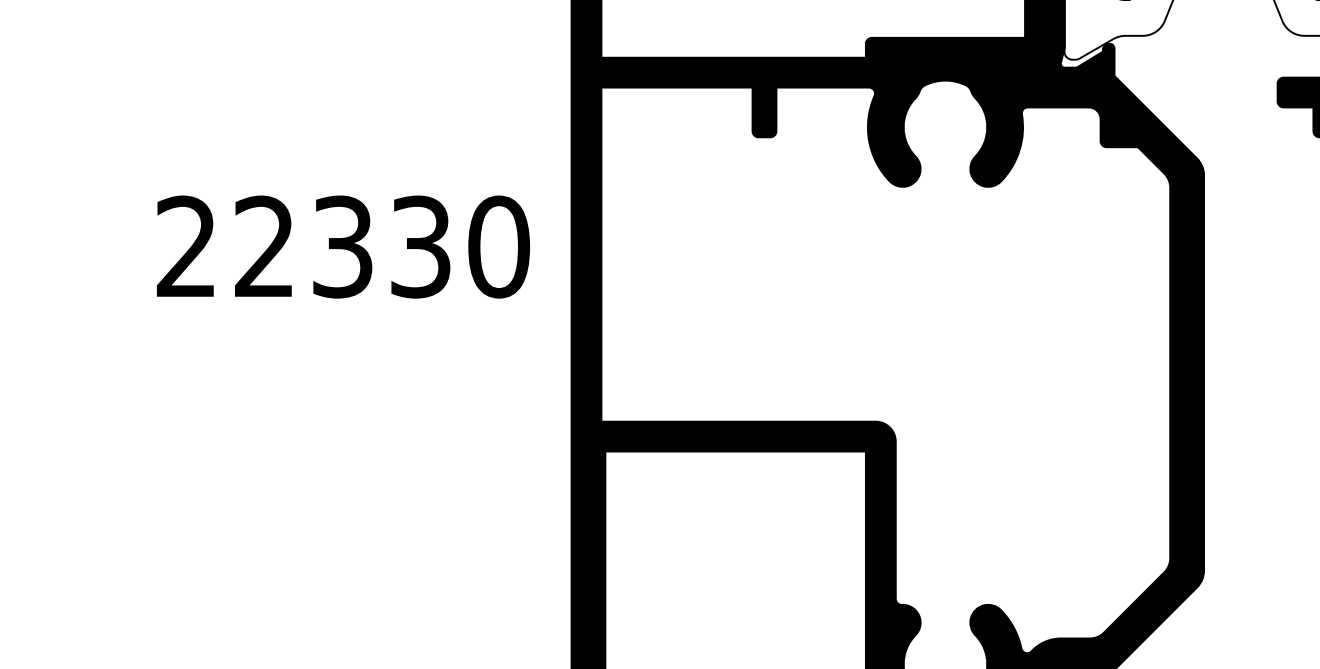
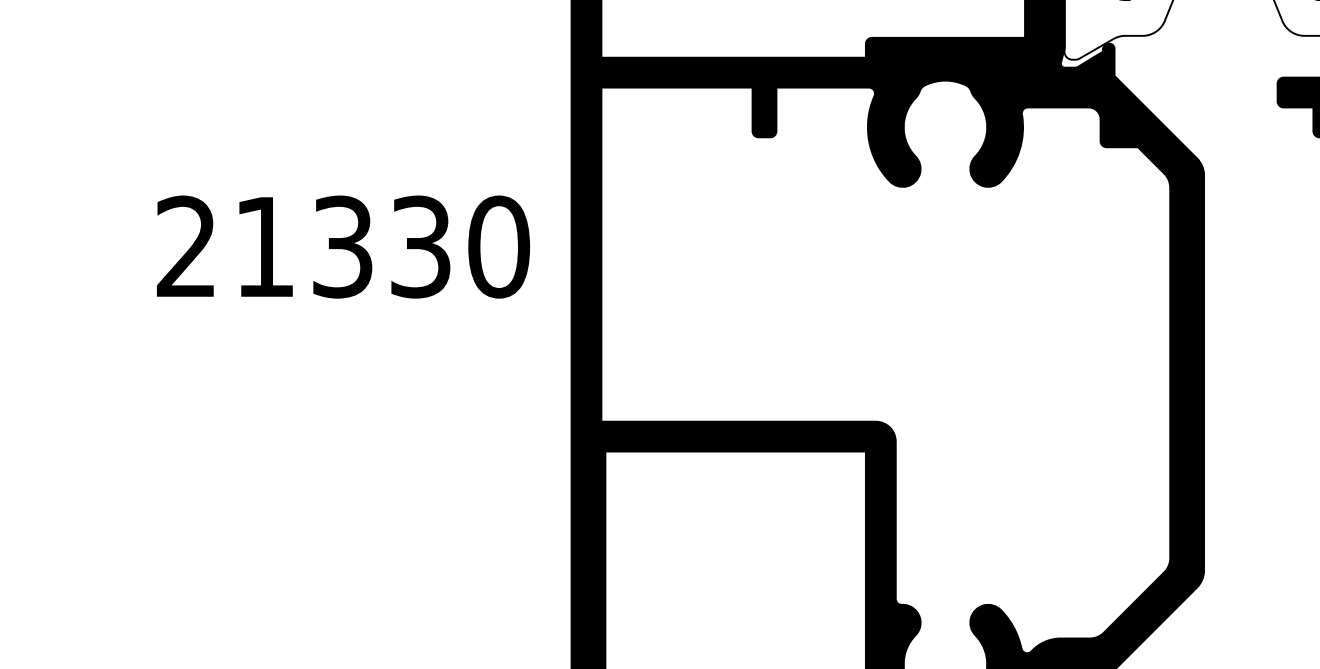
text at (263, 245): 22330 -> 21330
